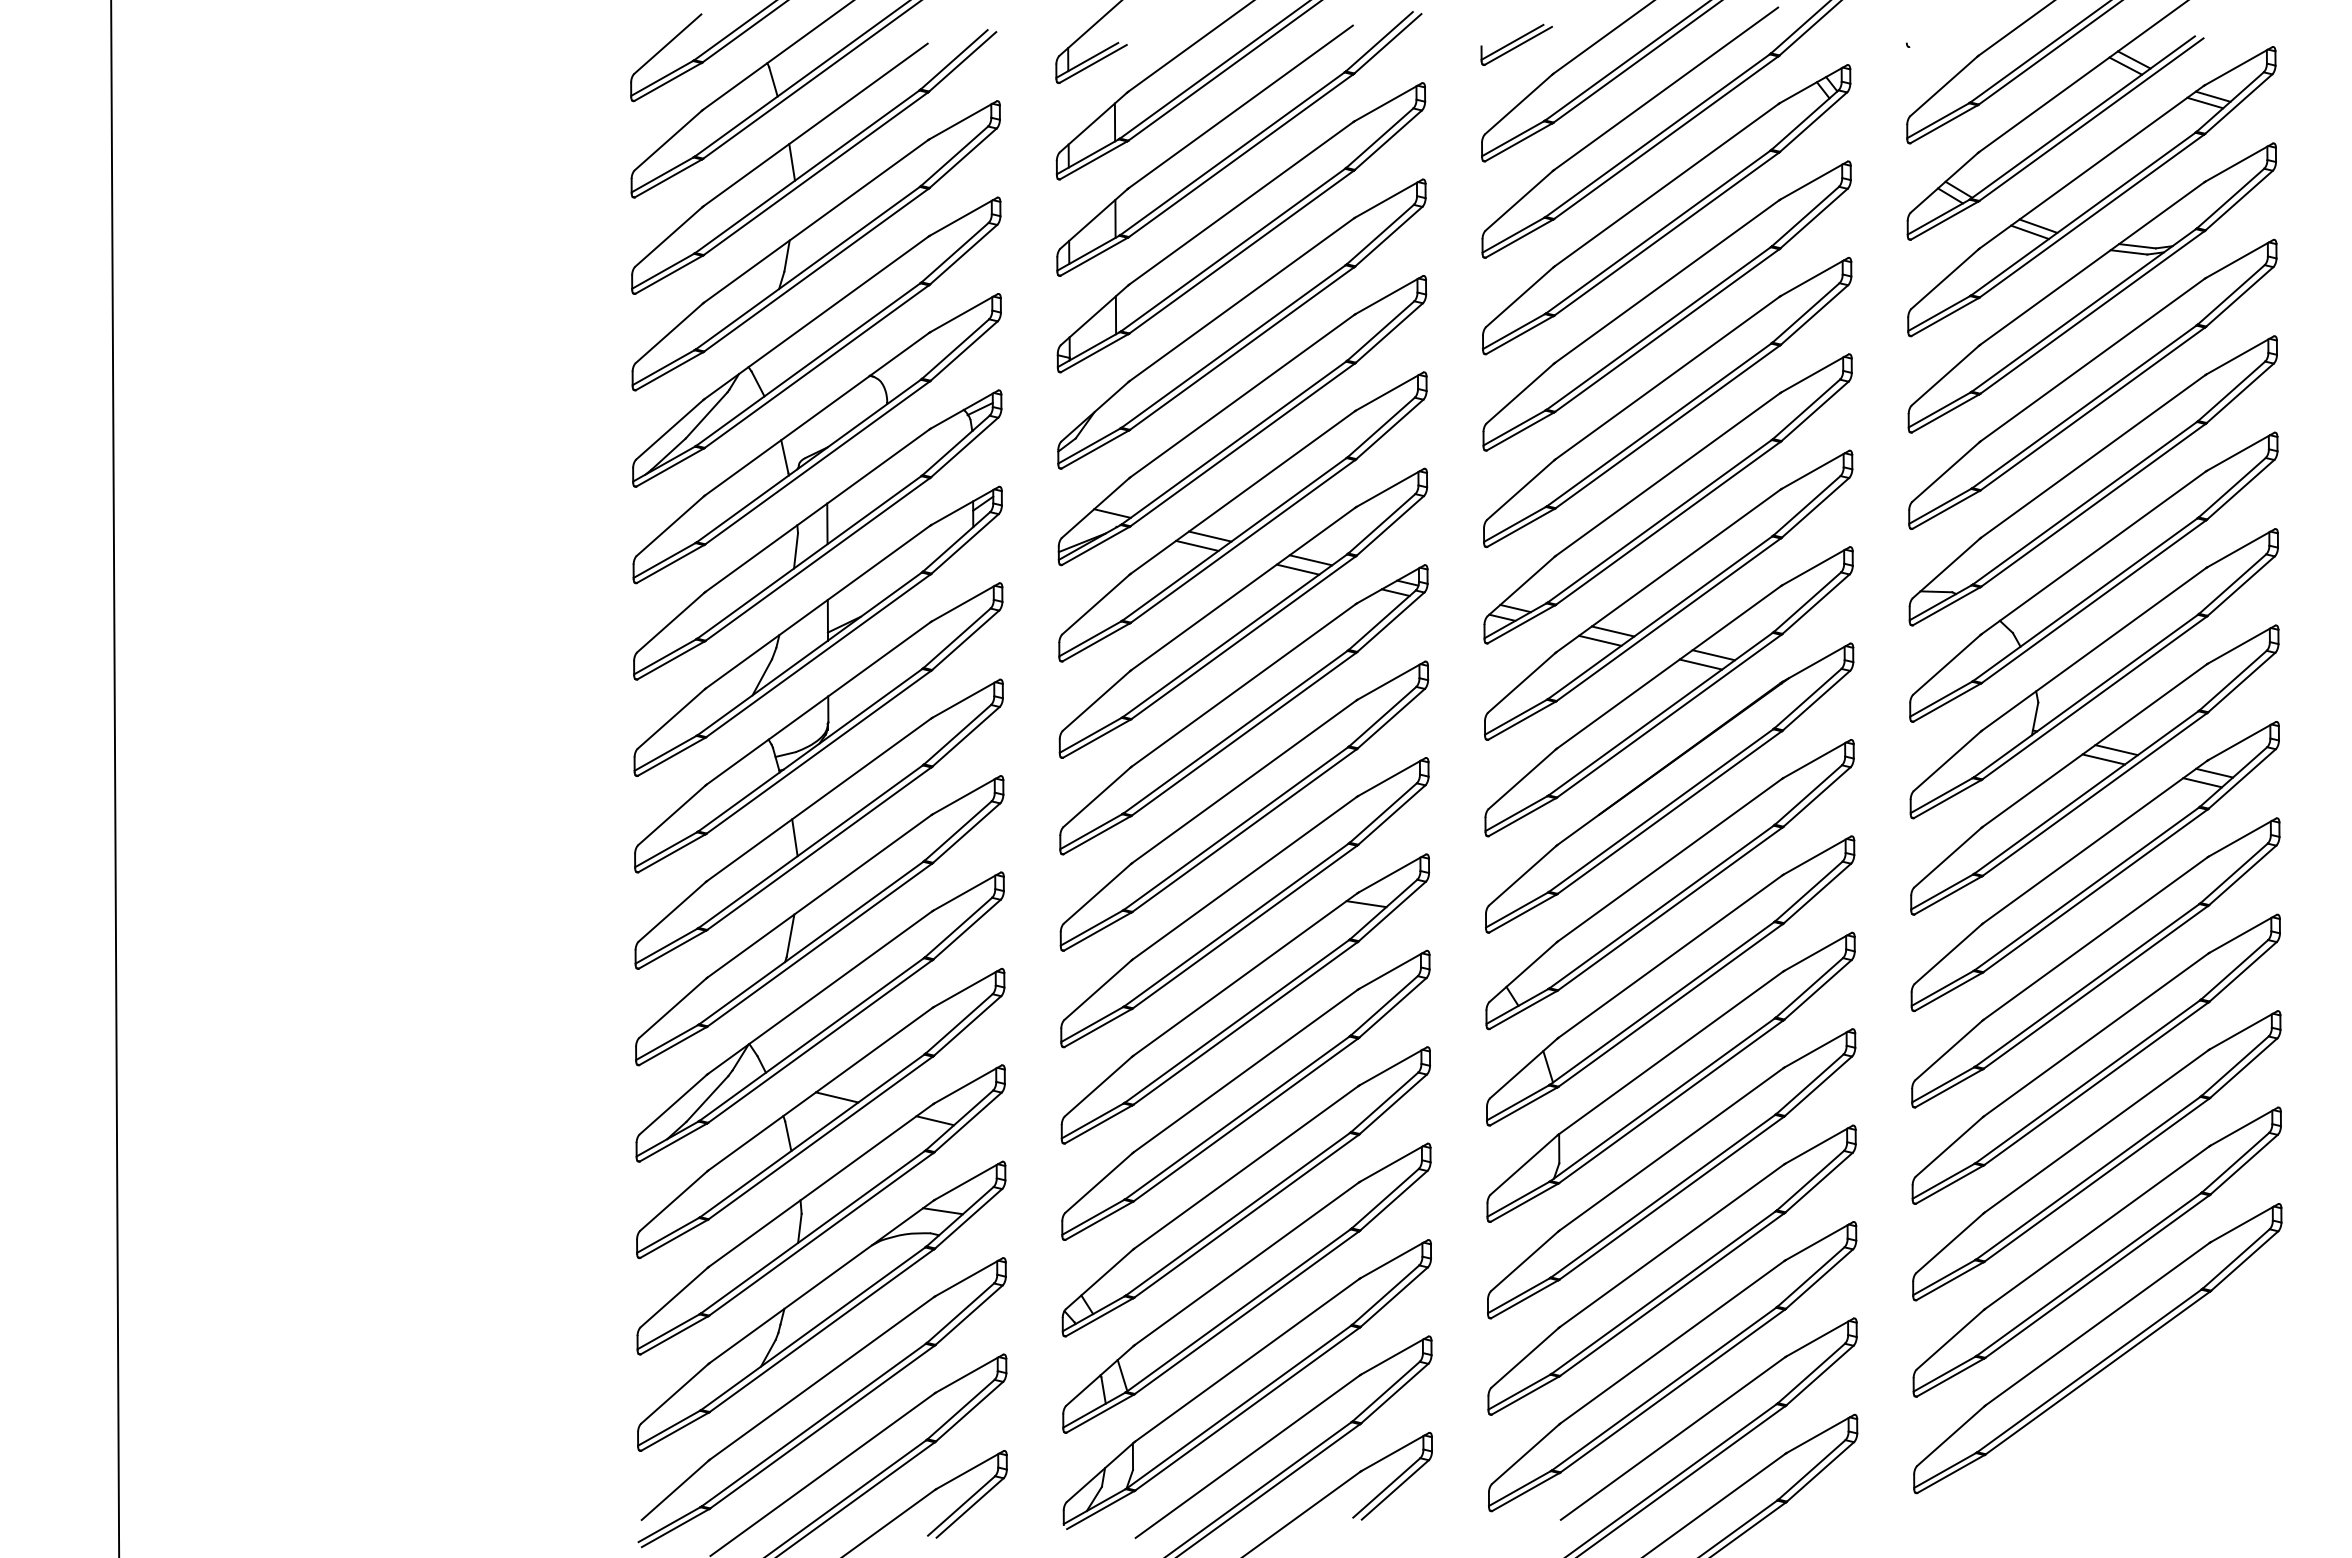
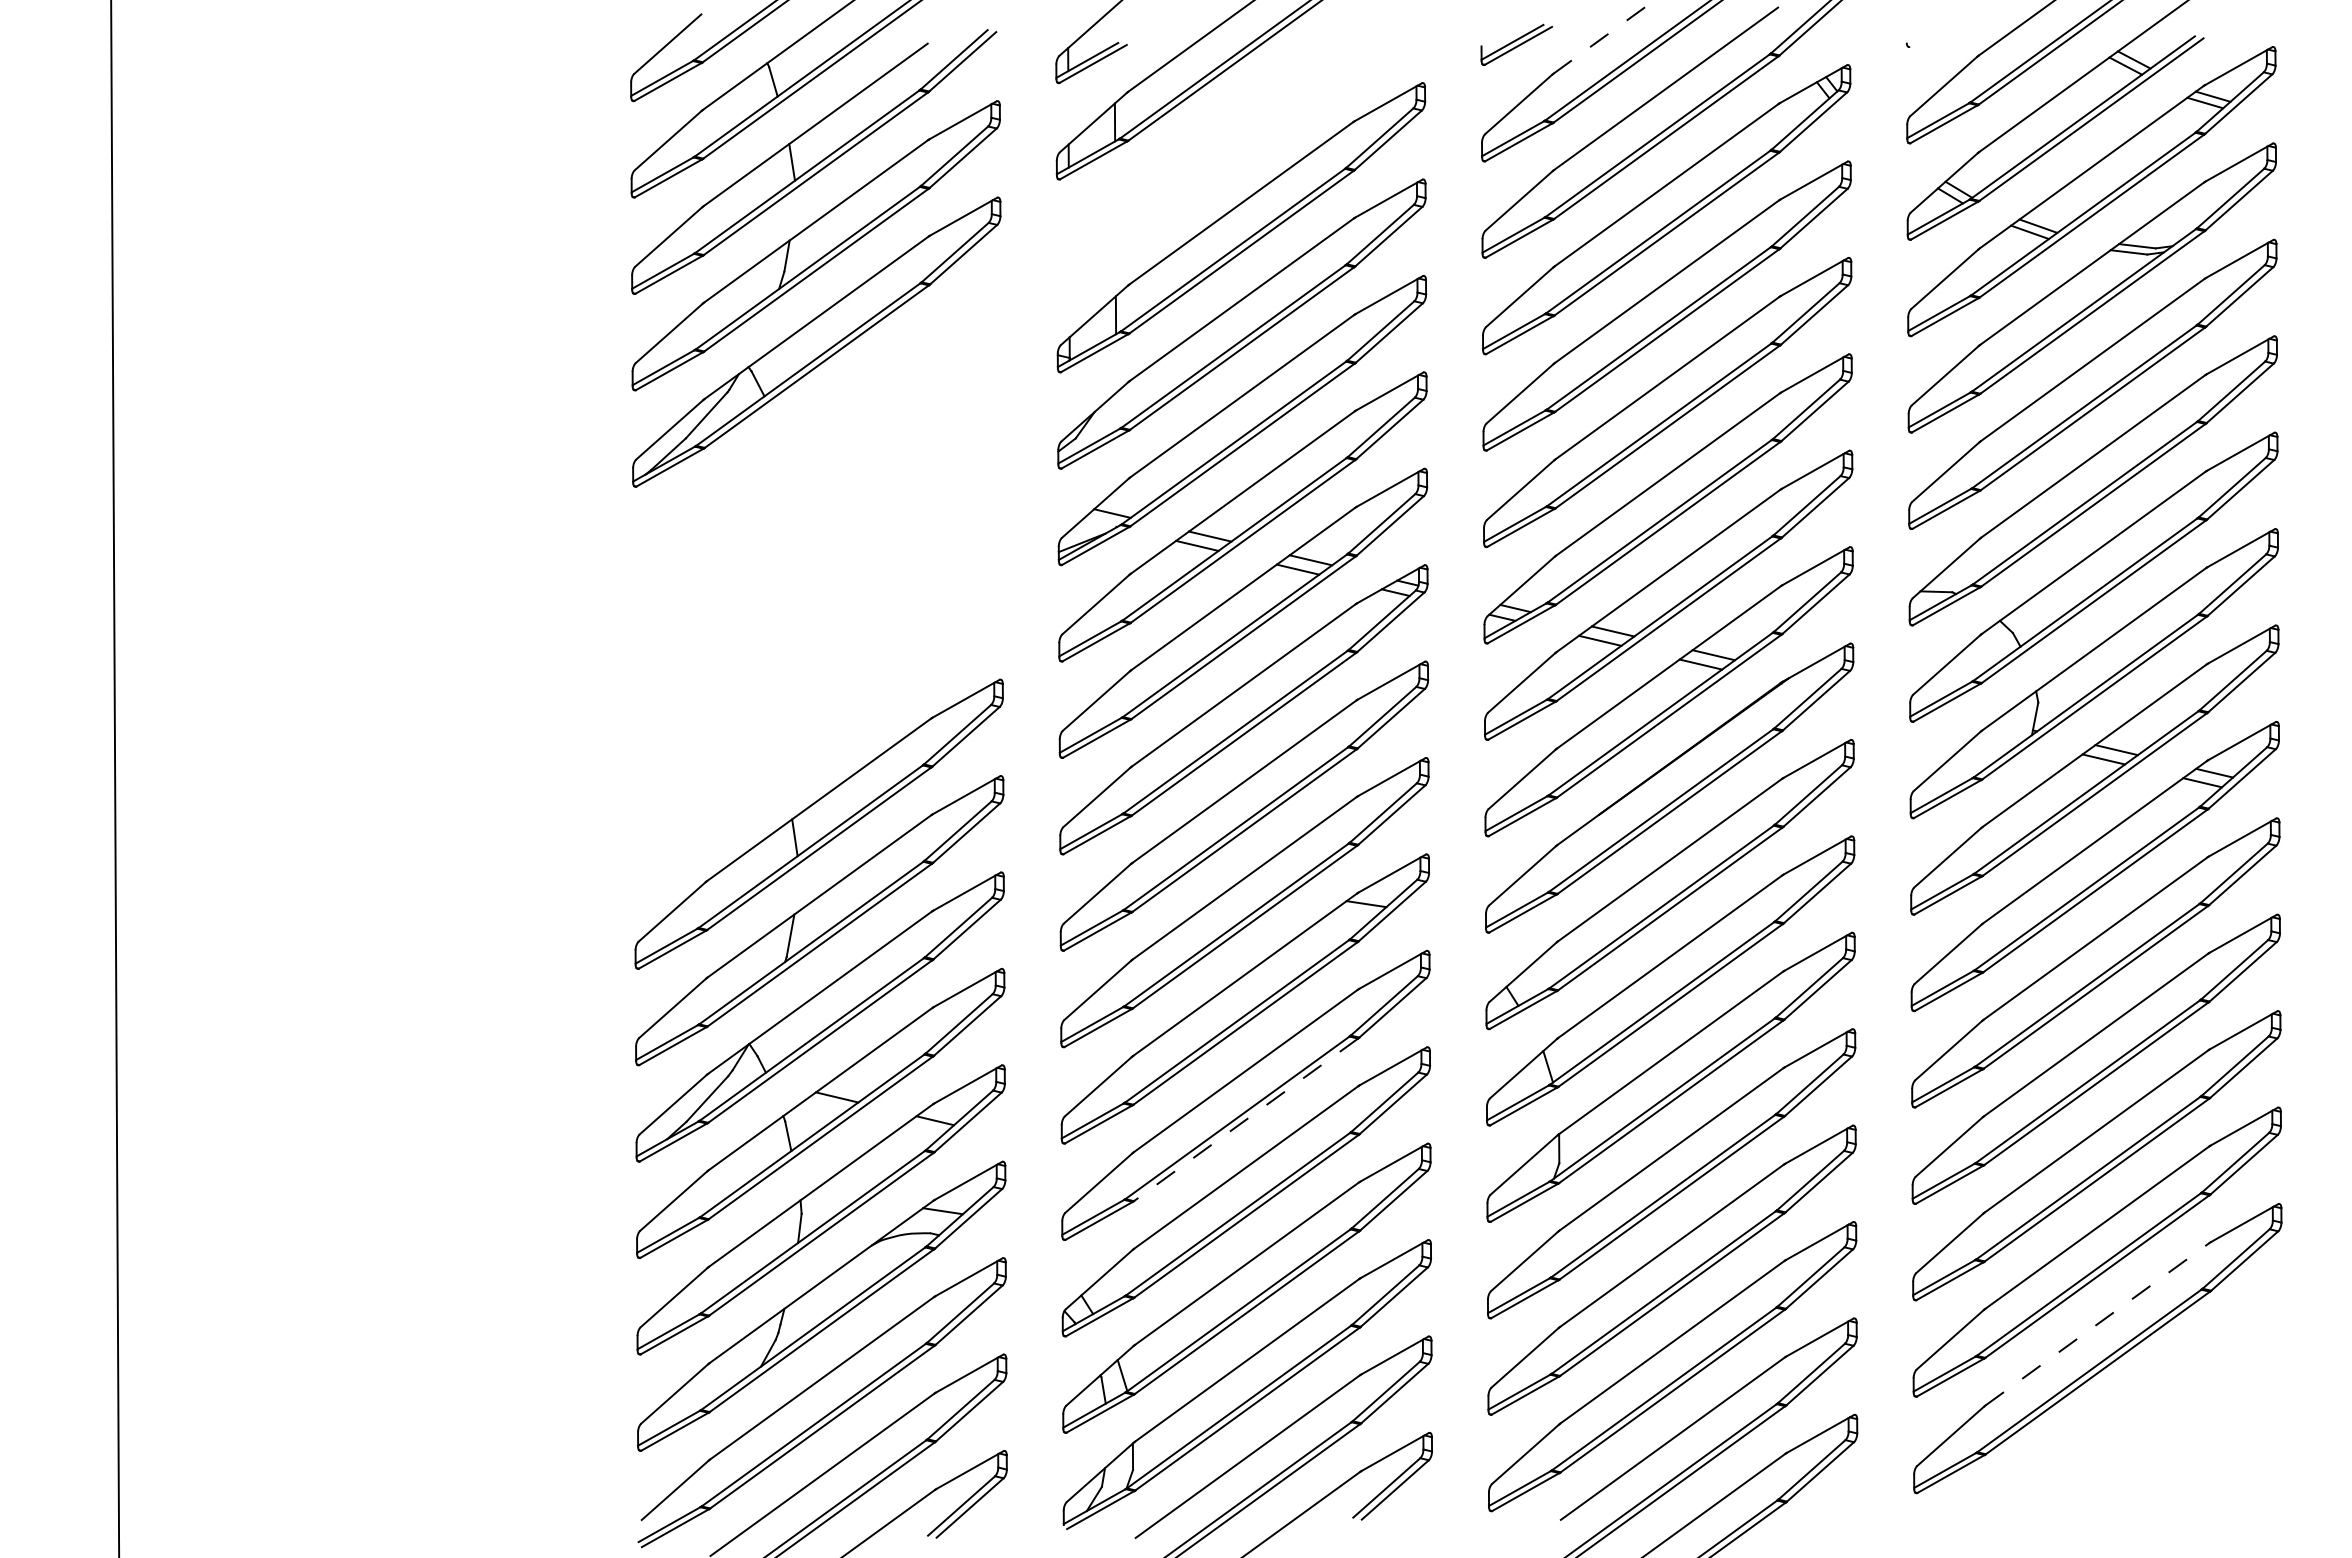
line at (1604, 36): solid -> dashed
part at (1239, 143): present -> none
part at (807, 568): present -> none
line at (1245, 1120): solid -> dashed
line at (2098, 1323): solid -> dashed
